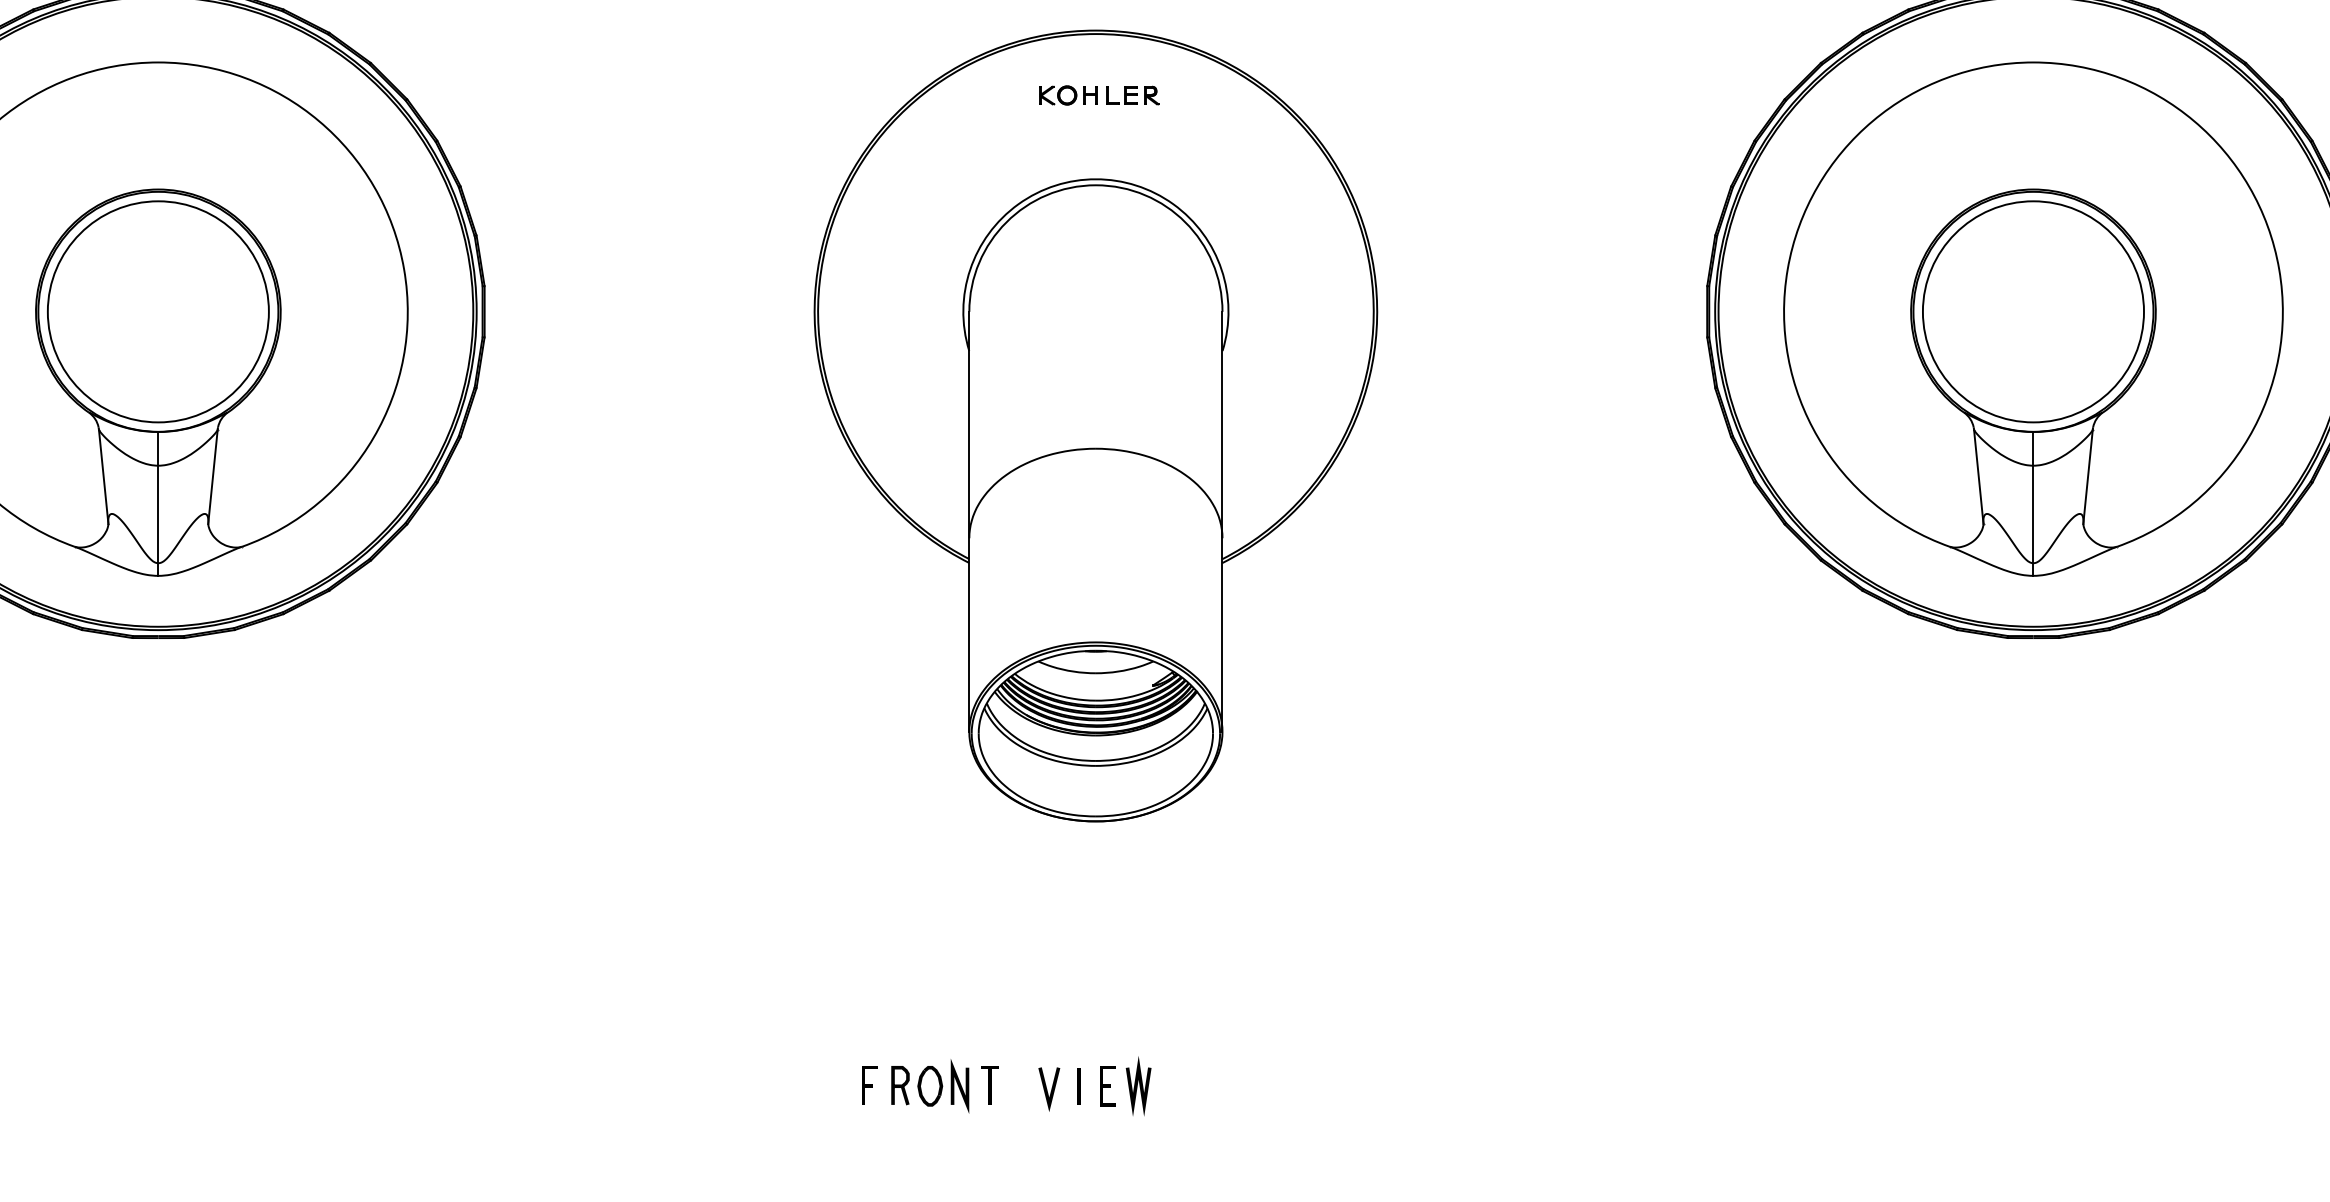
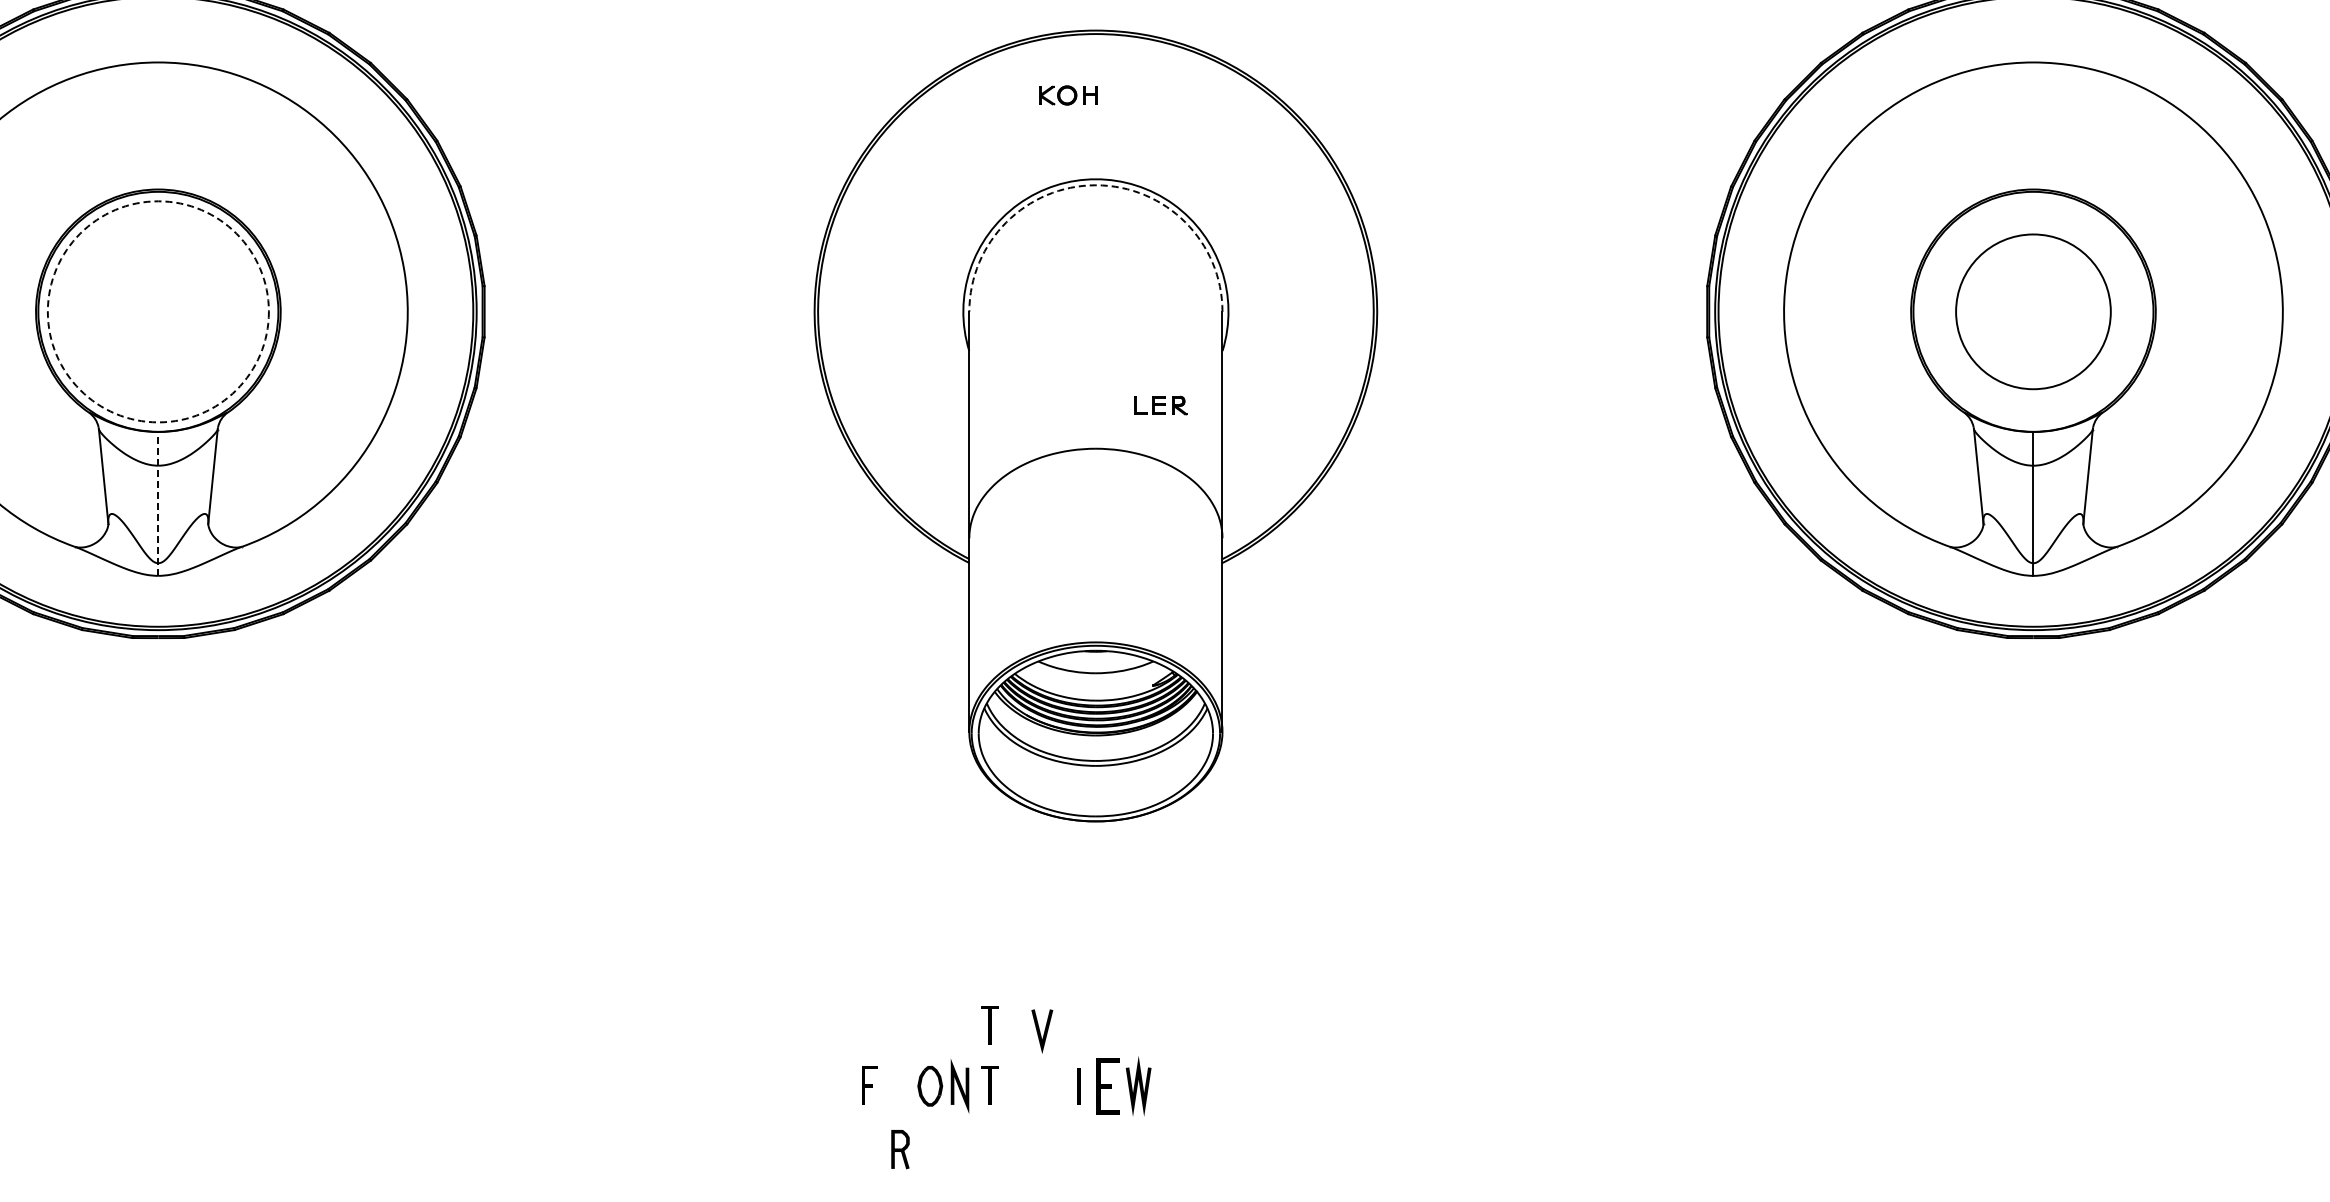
part at (1132, 95) position: (1132, 95) -> (1160, 405)
arc at (1095, 185): solid -> dashed
circle at (157, 311): solid -> dashed
circle at (2033, 311) diameter: 221 px -> 155 px
line at (158, 503): solid -> dashed
part at (989, 1025): none -> present
part at (900, 1085) position: (900, 1085) -> (900, 1149)
part at (1107, 1086) size: 16x41 px -> 24x57 px
line at (1047, 1089) position: (1047, 1089) -> (1040, 1031)
